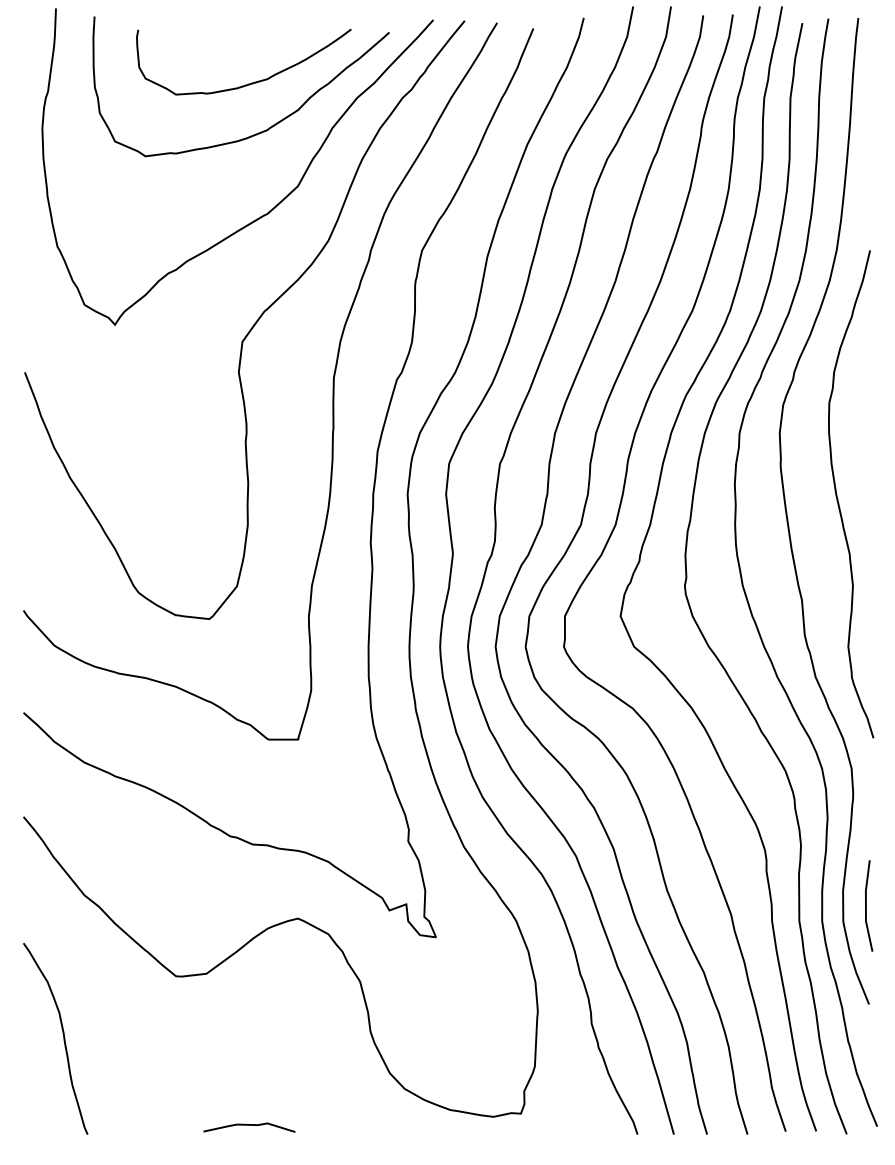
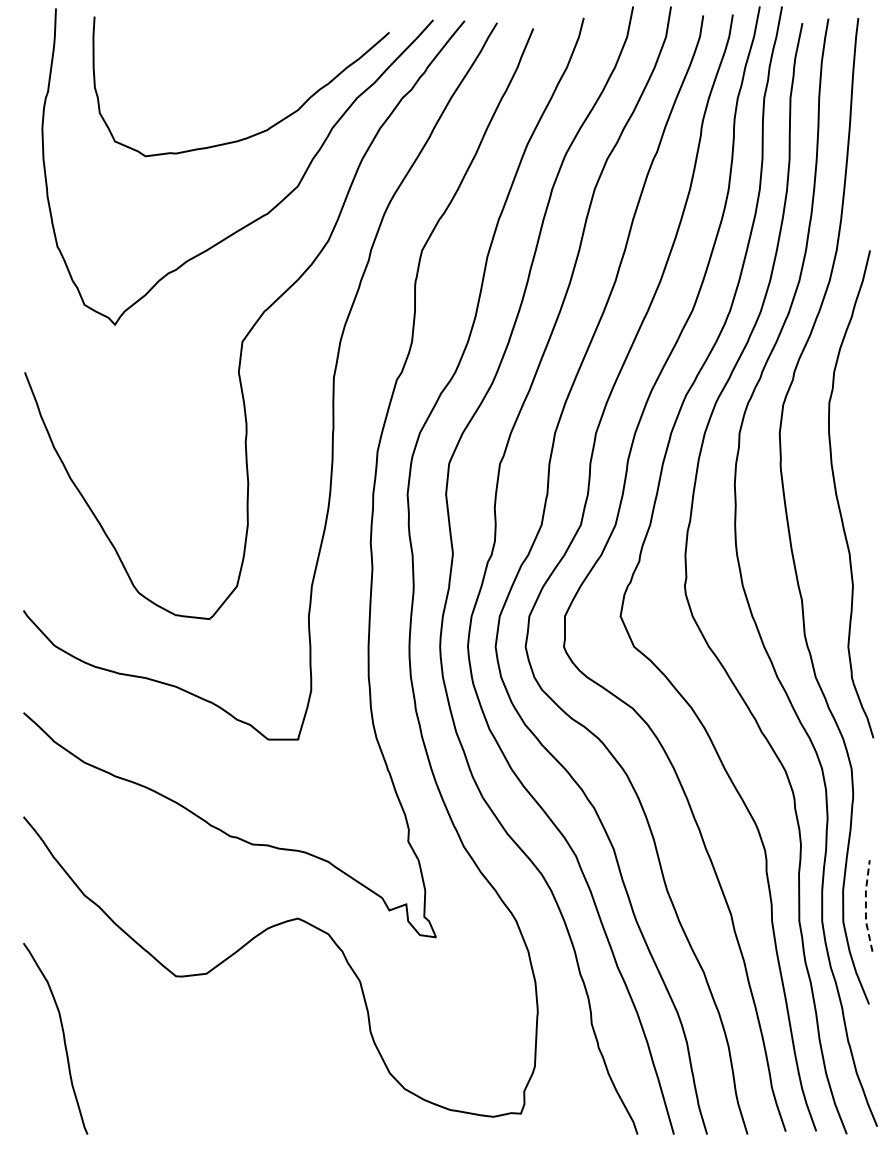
curve at (251, 82): present -> none
line at (865, 906): solid -> dashed
curve at (249, 1125): present -> none
